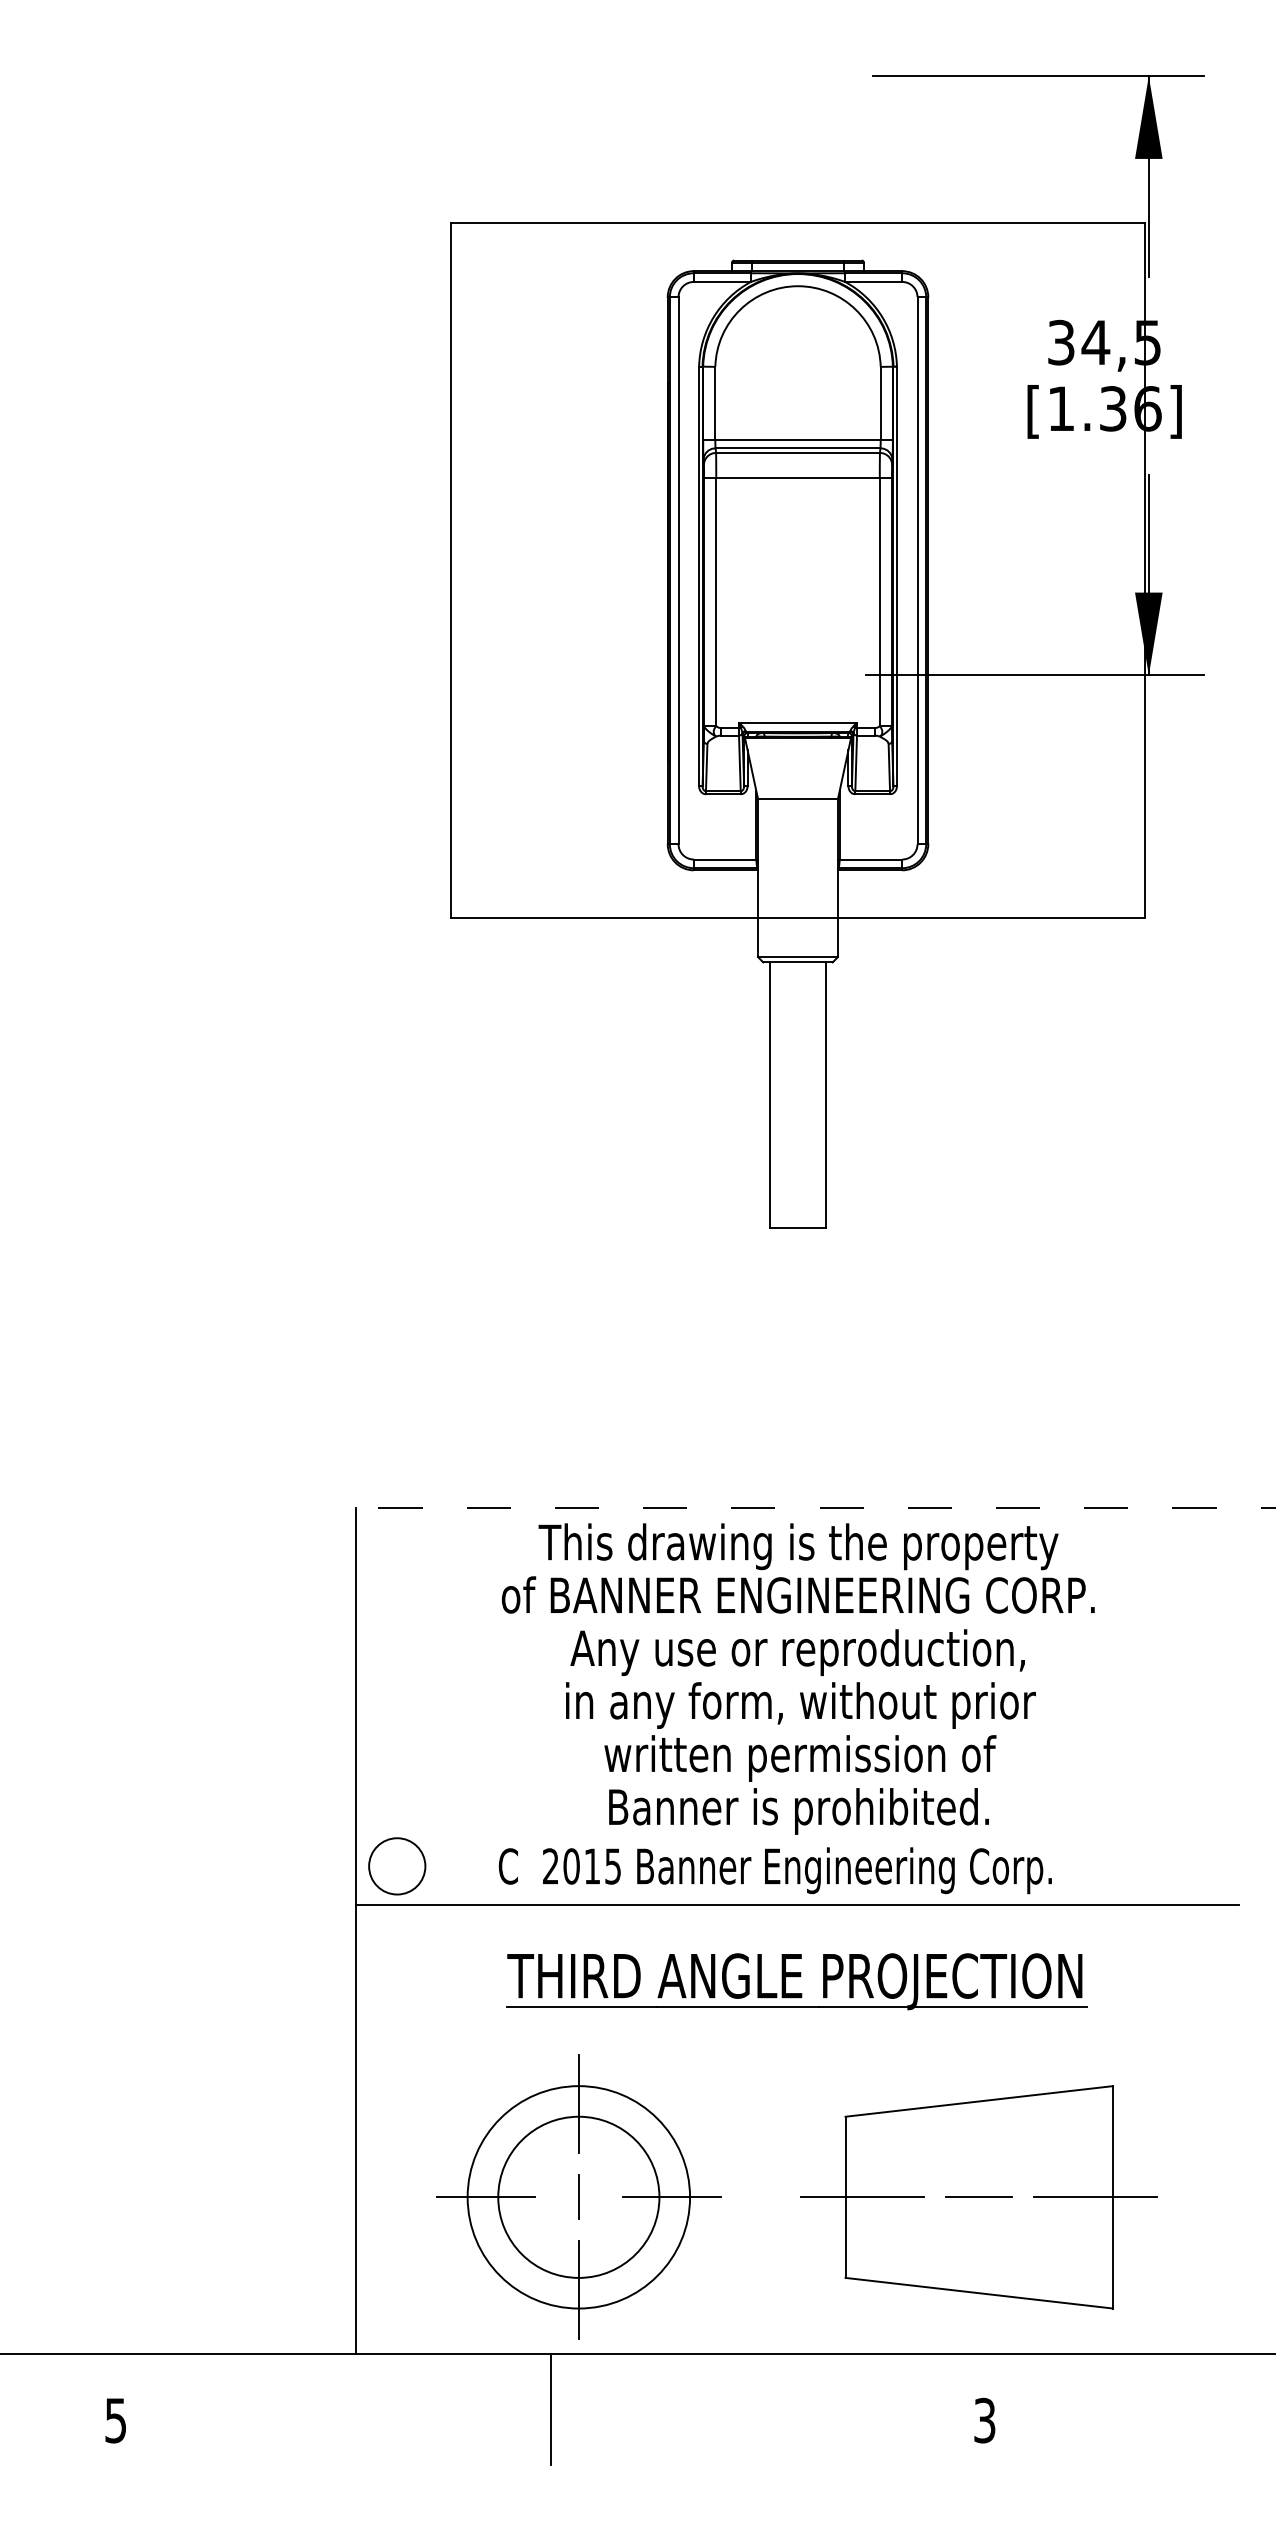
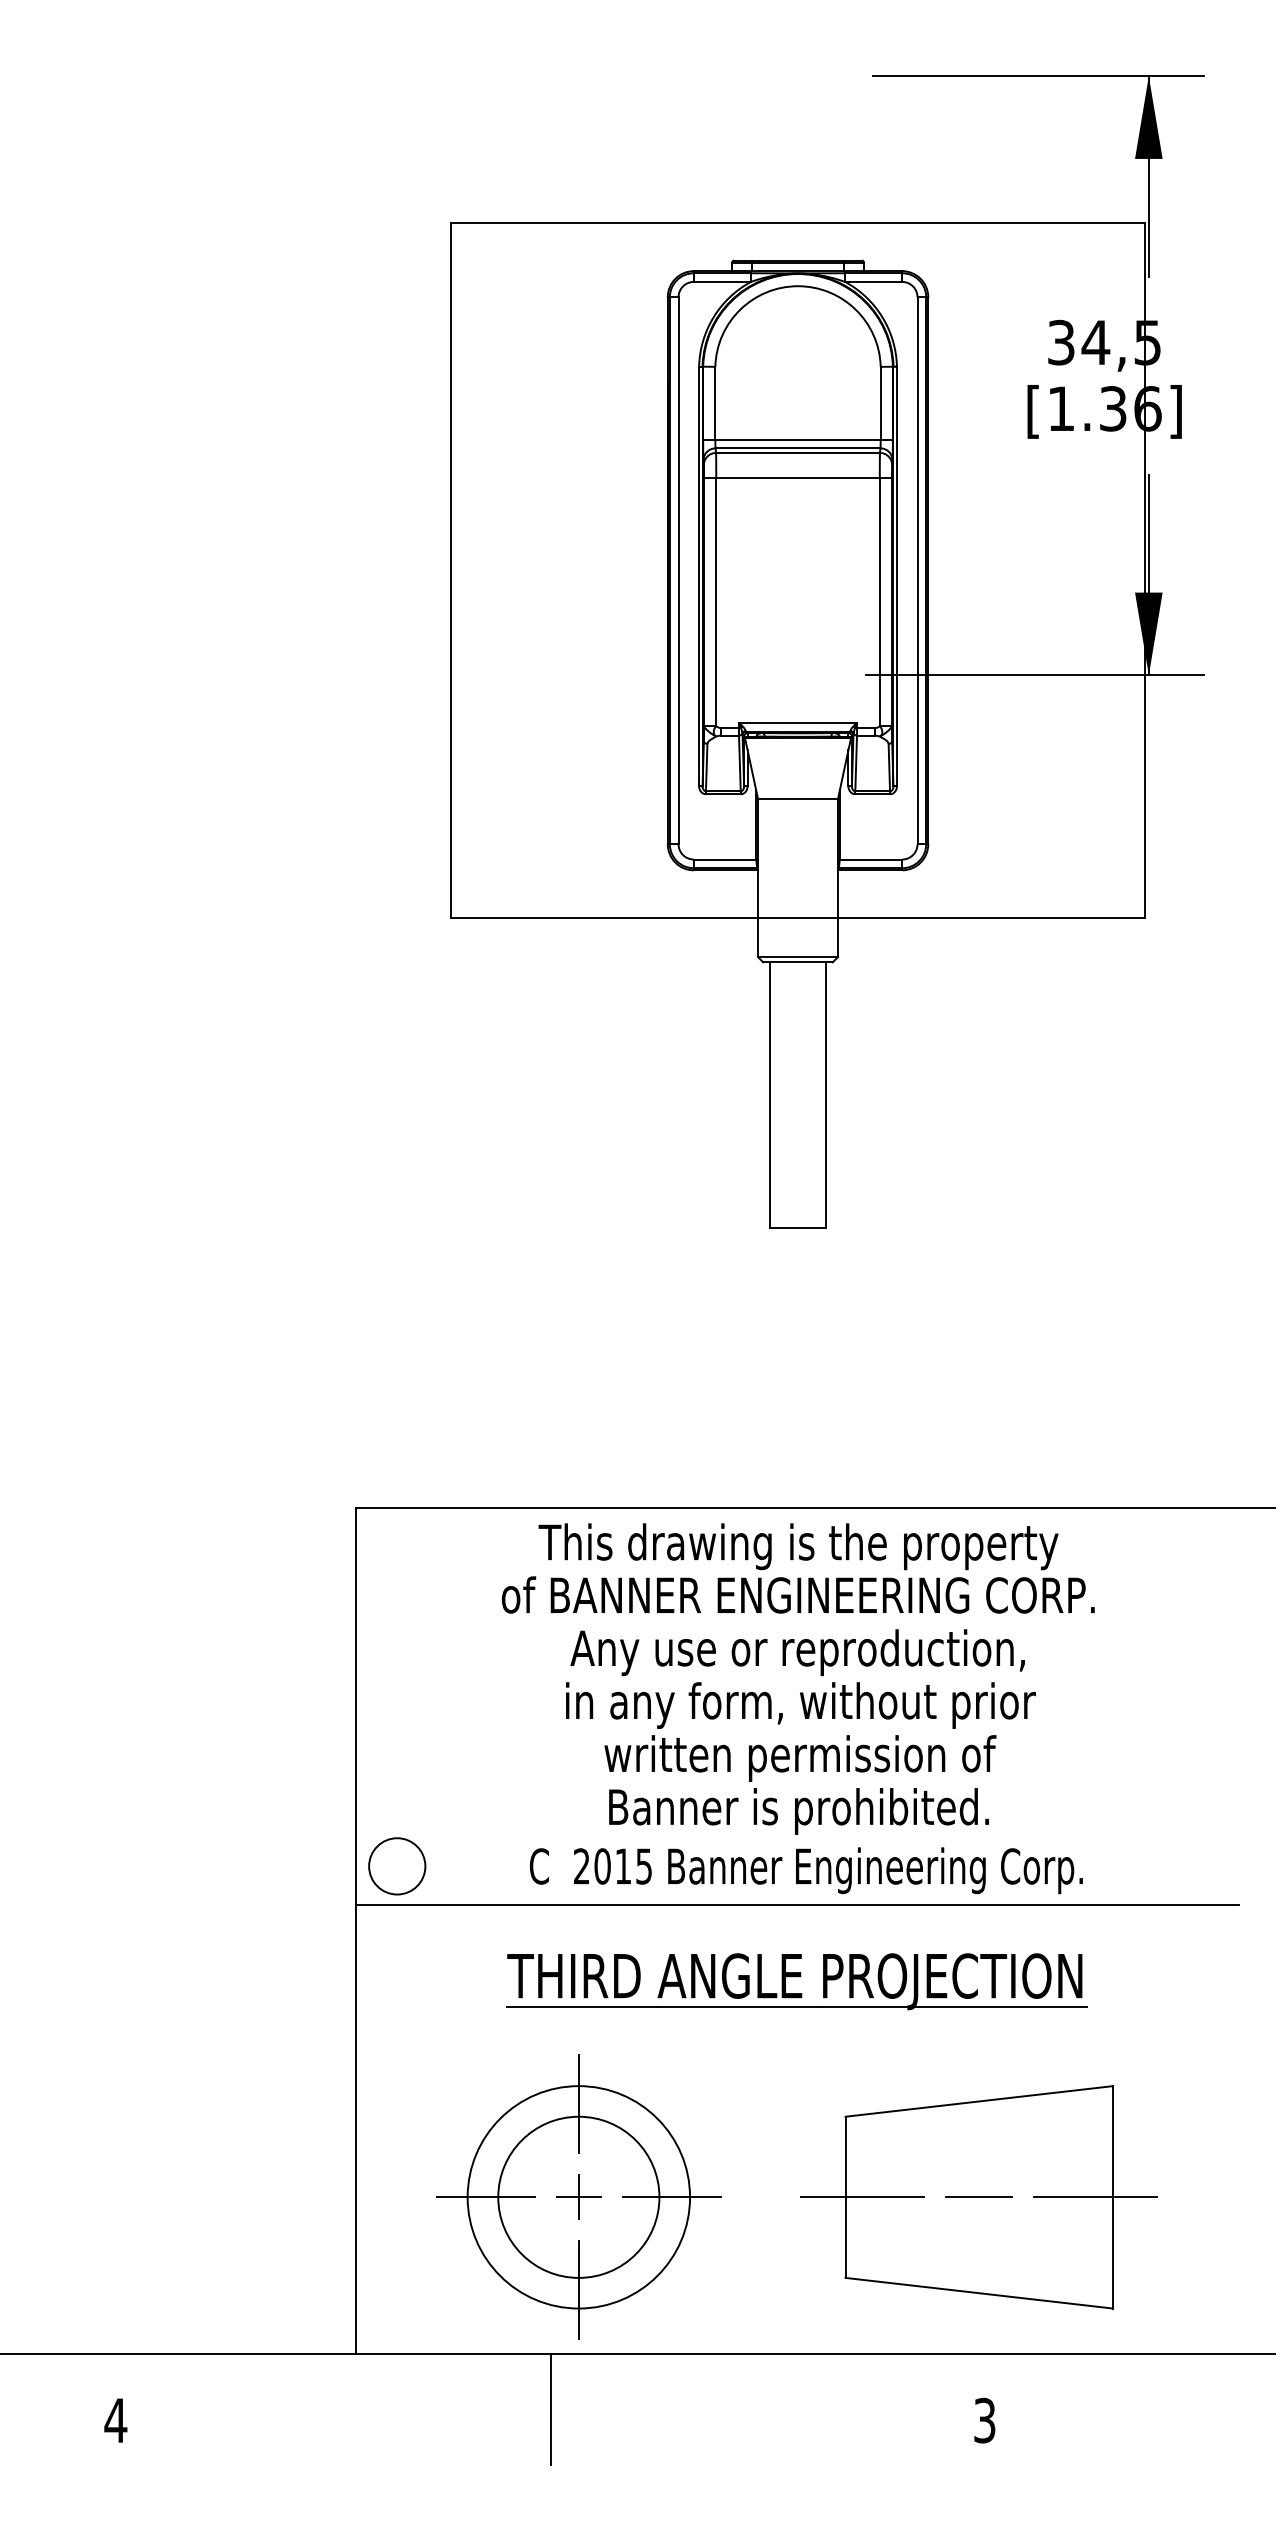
line at (815, 1507): dashed -> solid
text at (774, 1870) position: (774, 1870) -> (805, 1870)
line at (578, 2197): none -> present
text at (115, 2420): 5 -> 4
